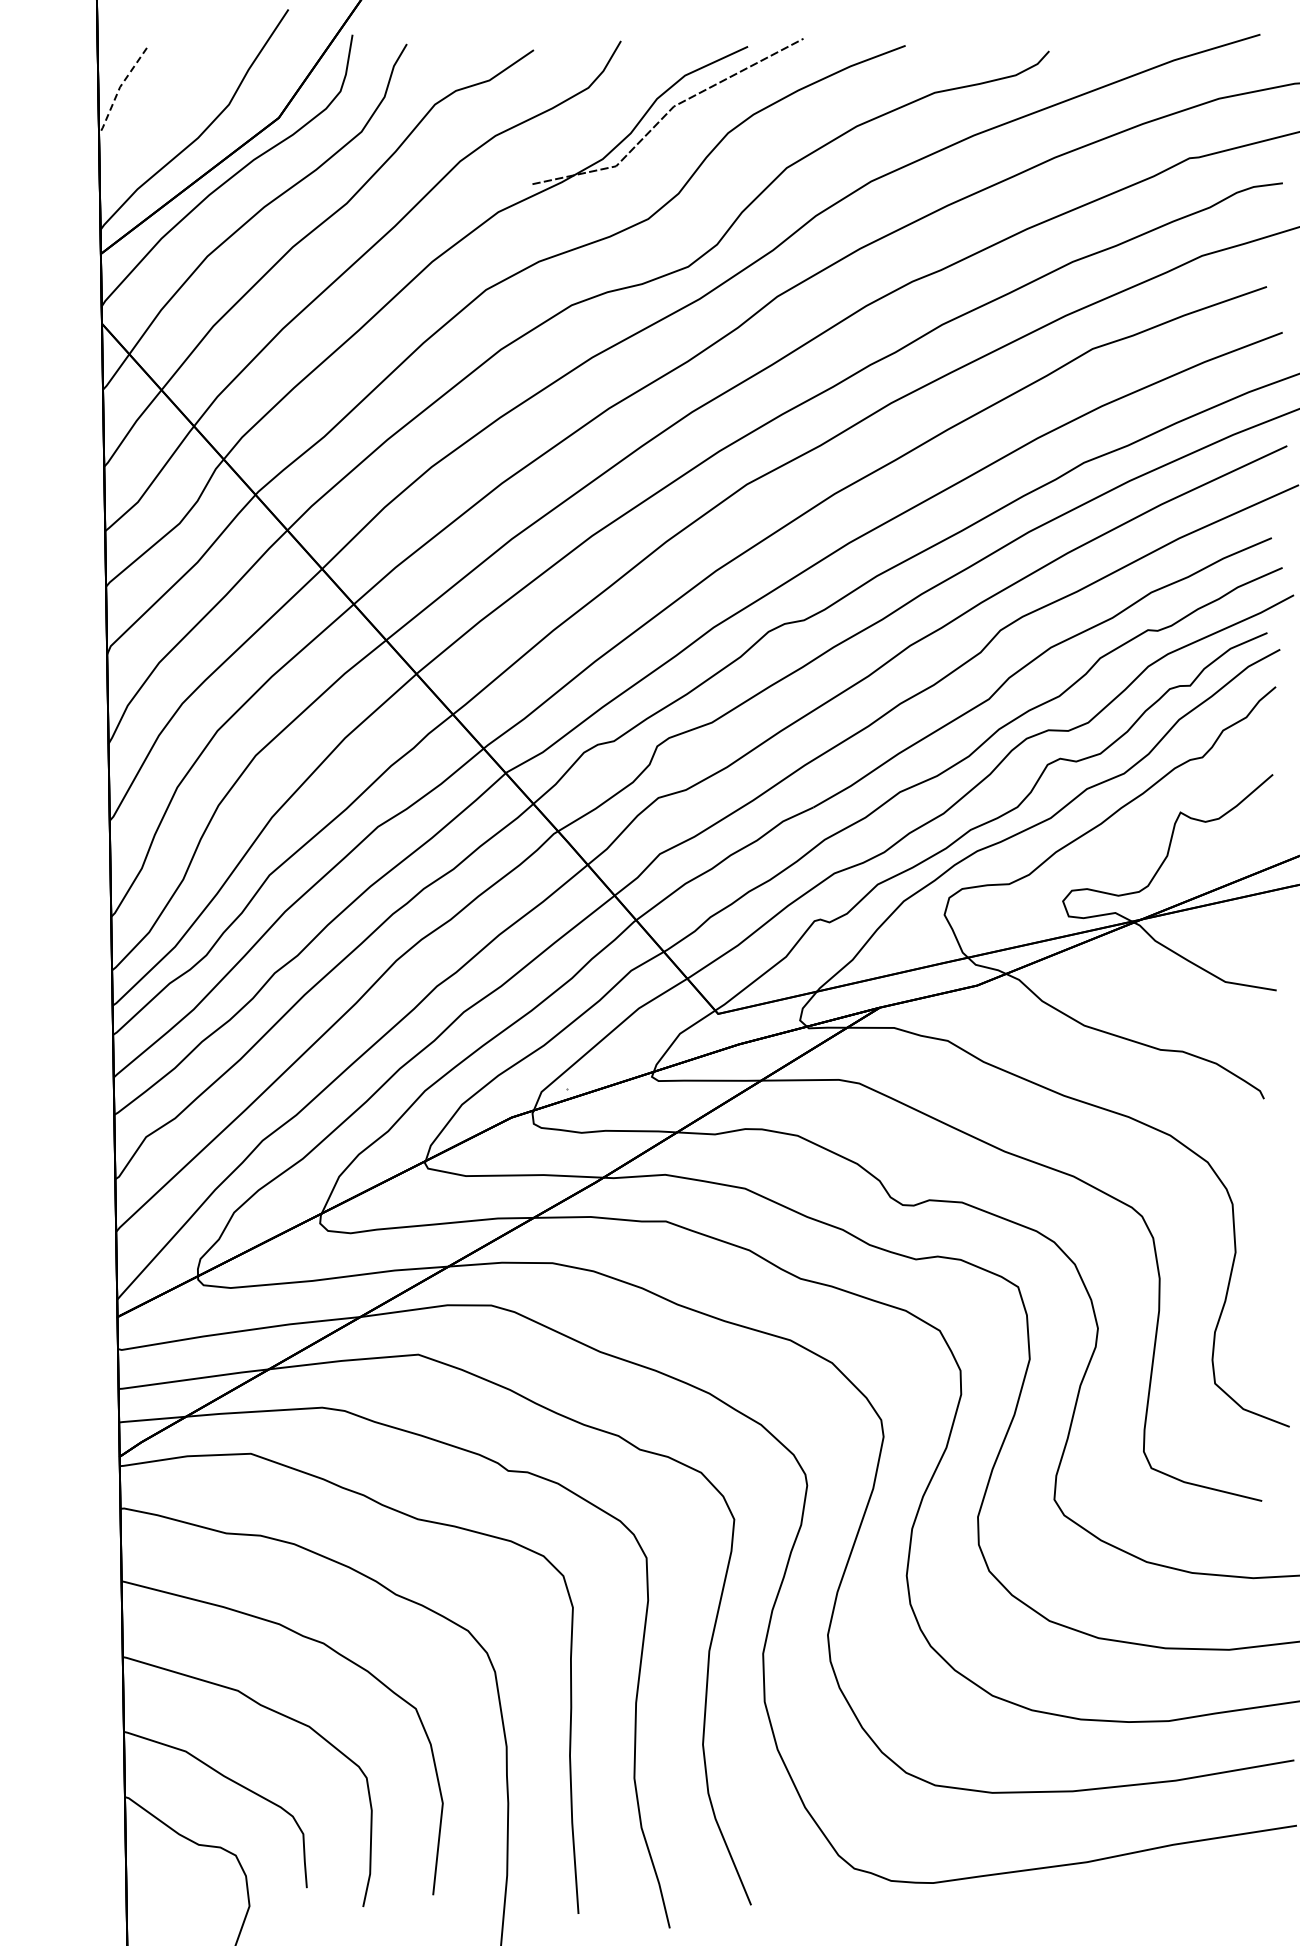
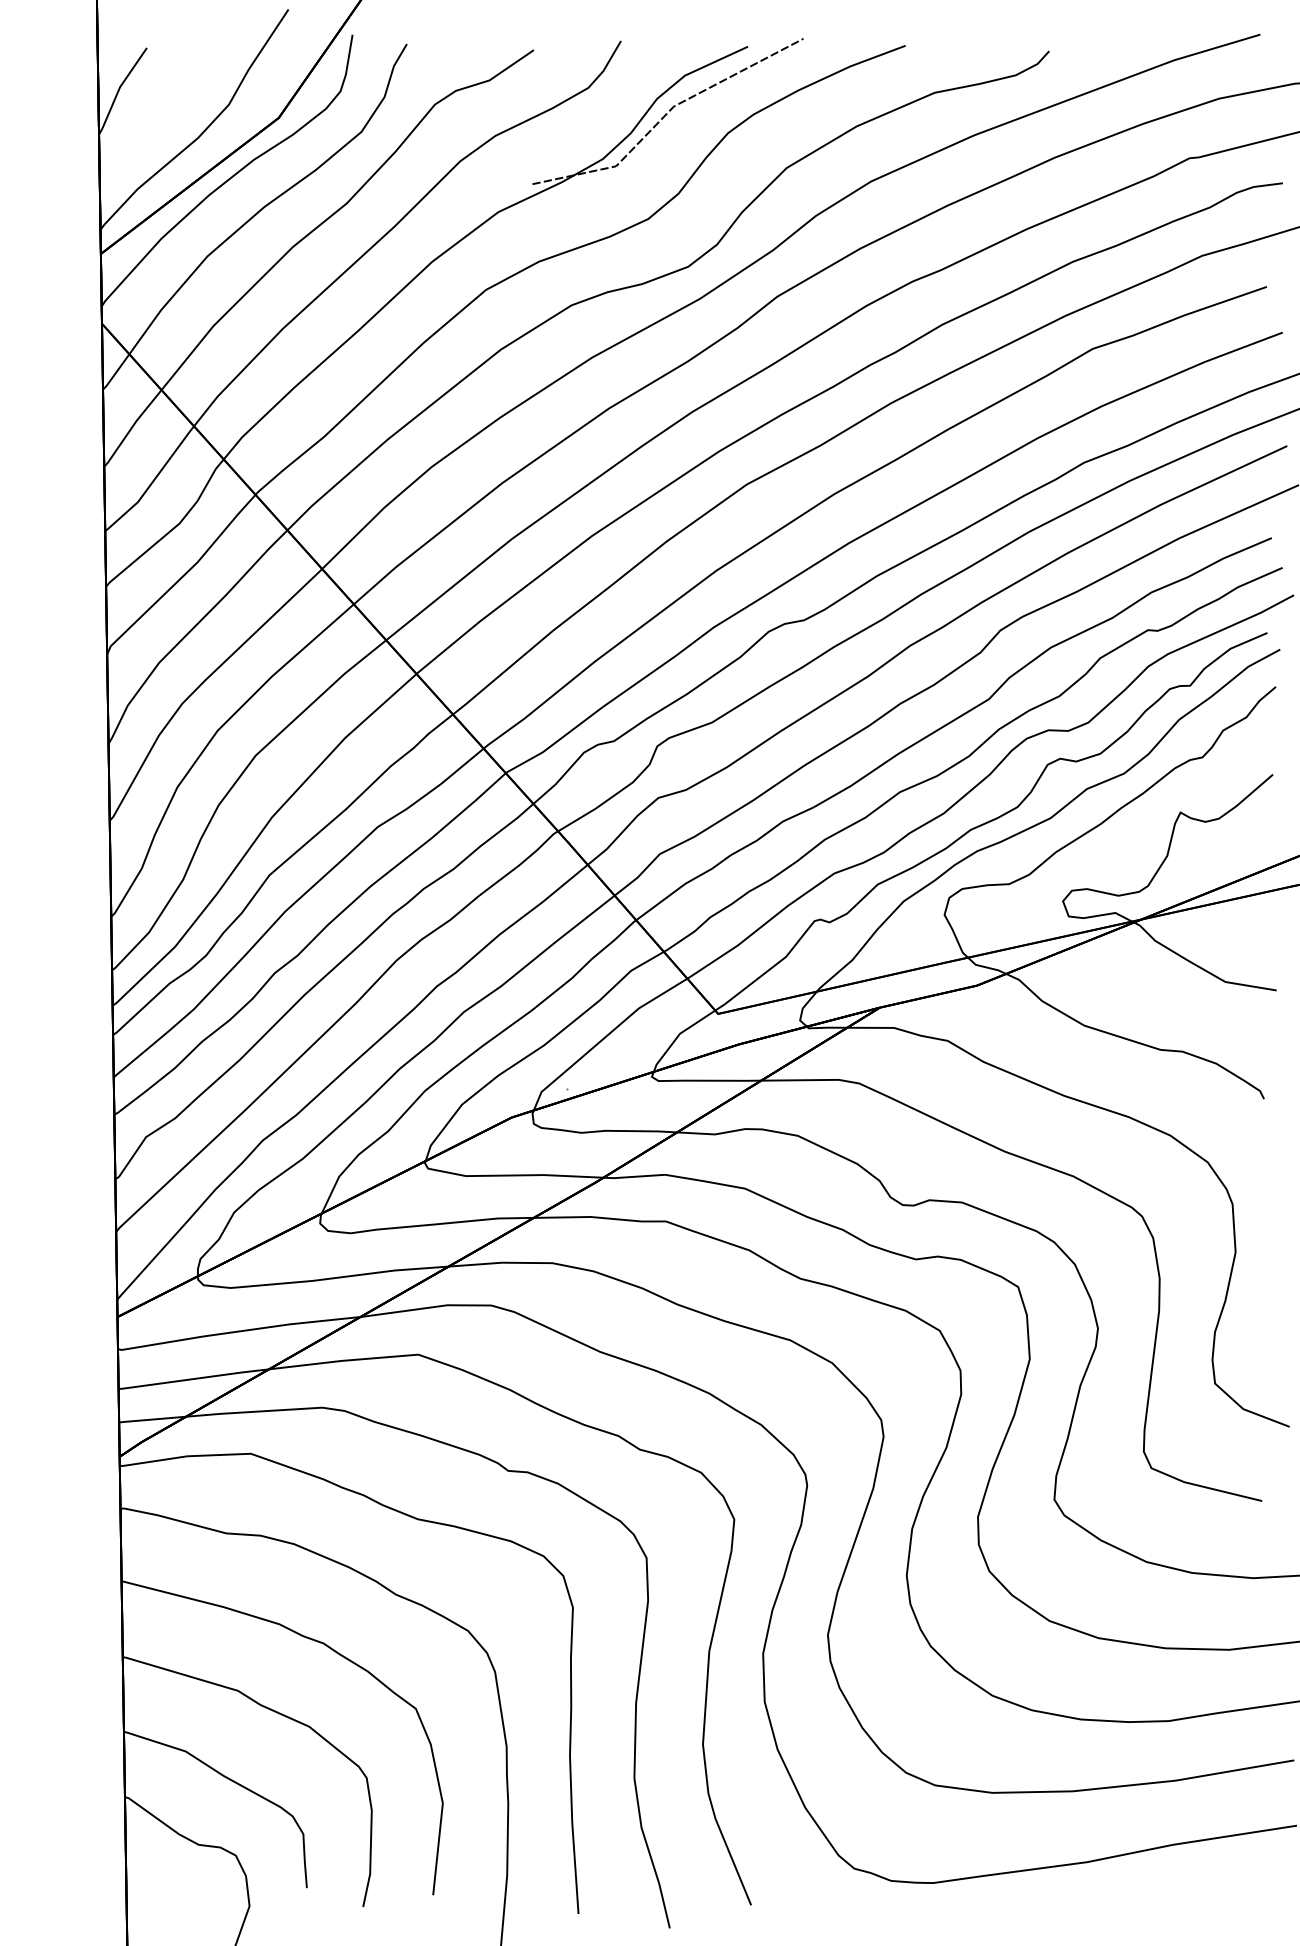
line at (118, 89): dashed -> solid
